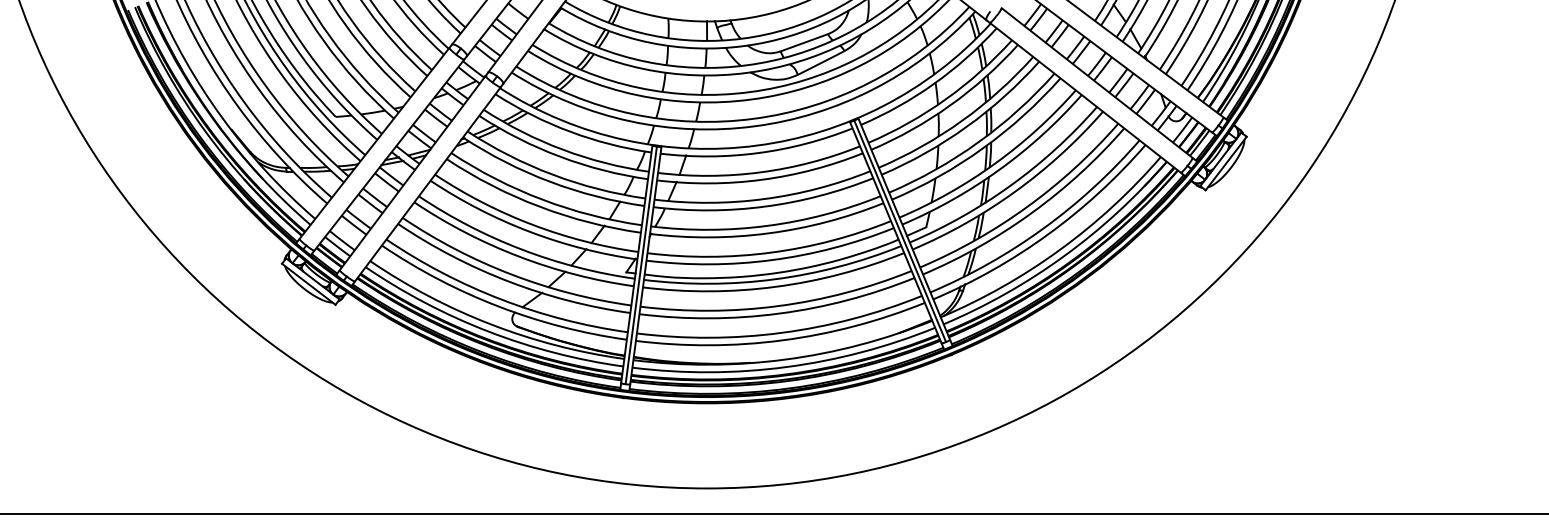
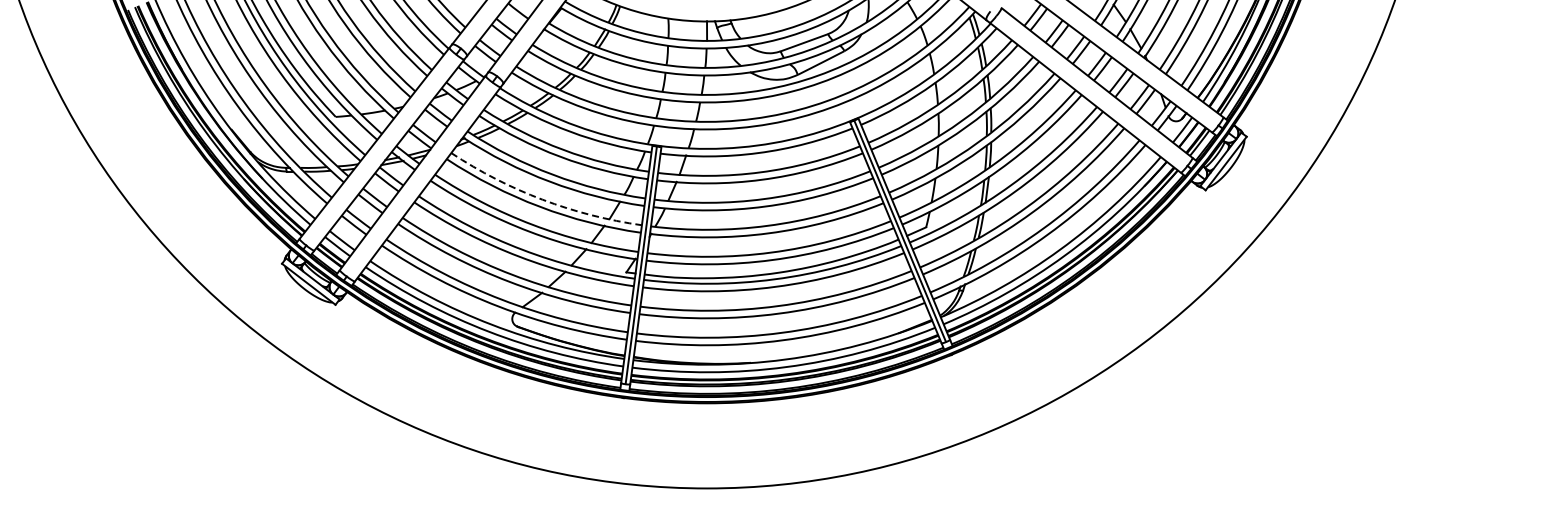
arc at (542, 199): solid -> dashed
line at (773, 513): present -> none
